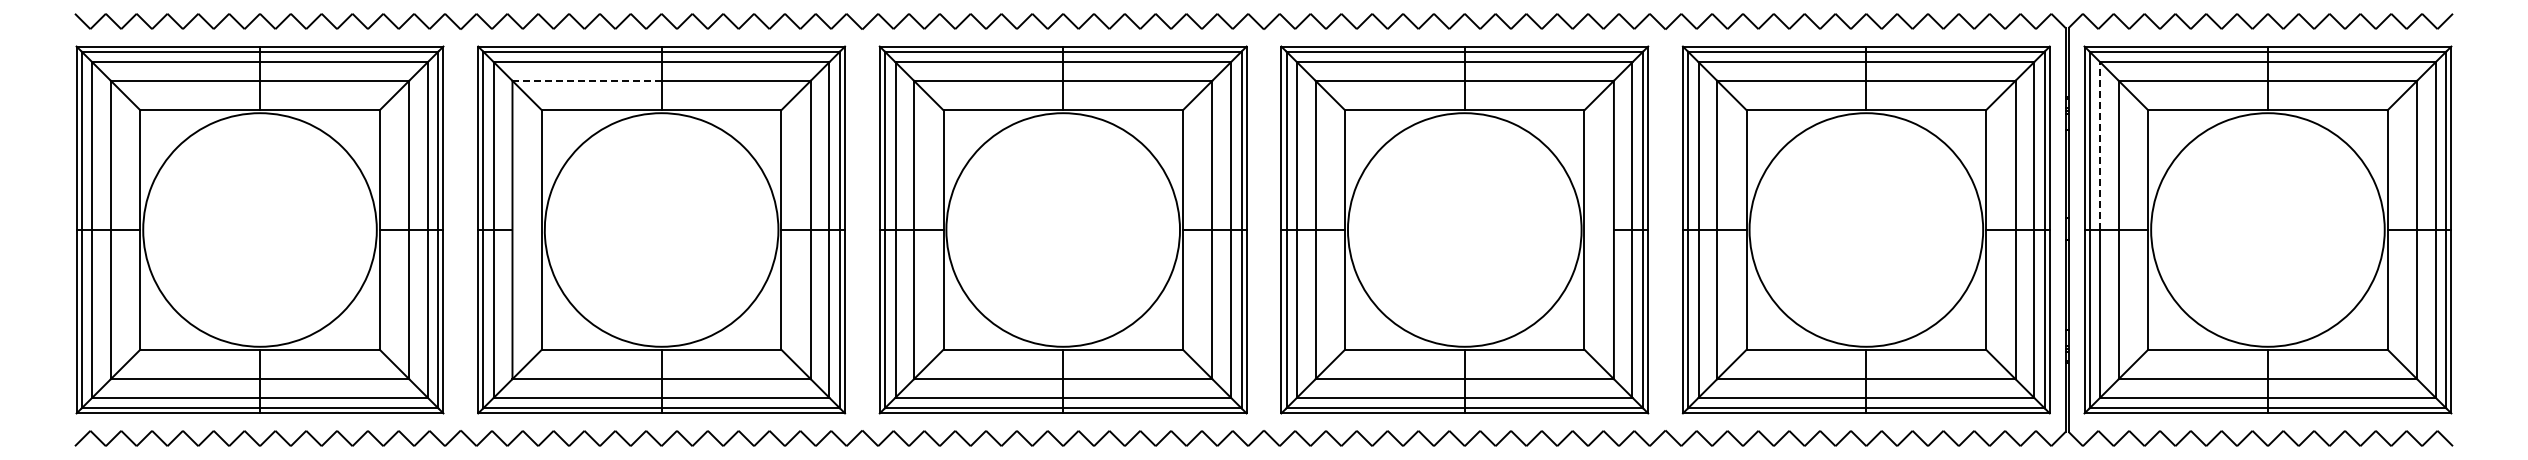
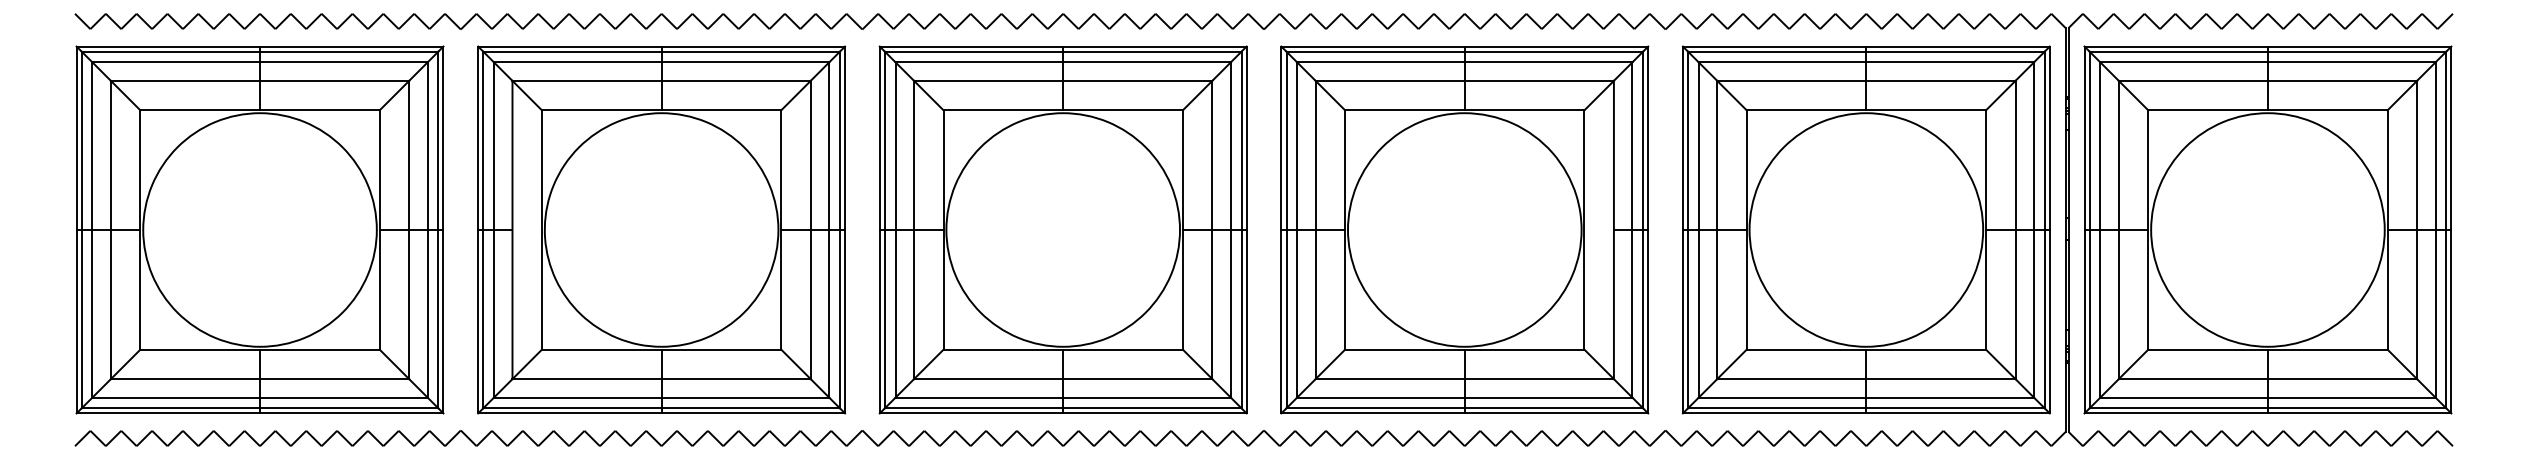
line at (587, 80): dashed -> solid
line at (2100, 146): dashed -> solid
